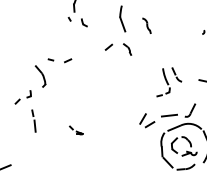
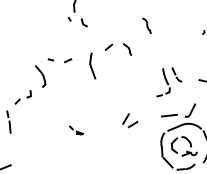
part at (122, 18) position: (122, 18) -> (92, 65)
line at (33, 120) position: (33, 120) -> (8, 121)
part at (147, 120) position: (147, 120) -> (130, 120)
